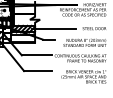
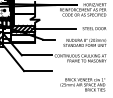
text at (83, 76) position: (83, 76) -> (82, 84)
